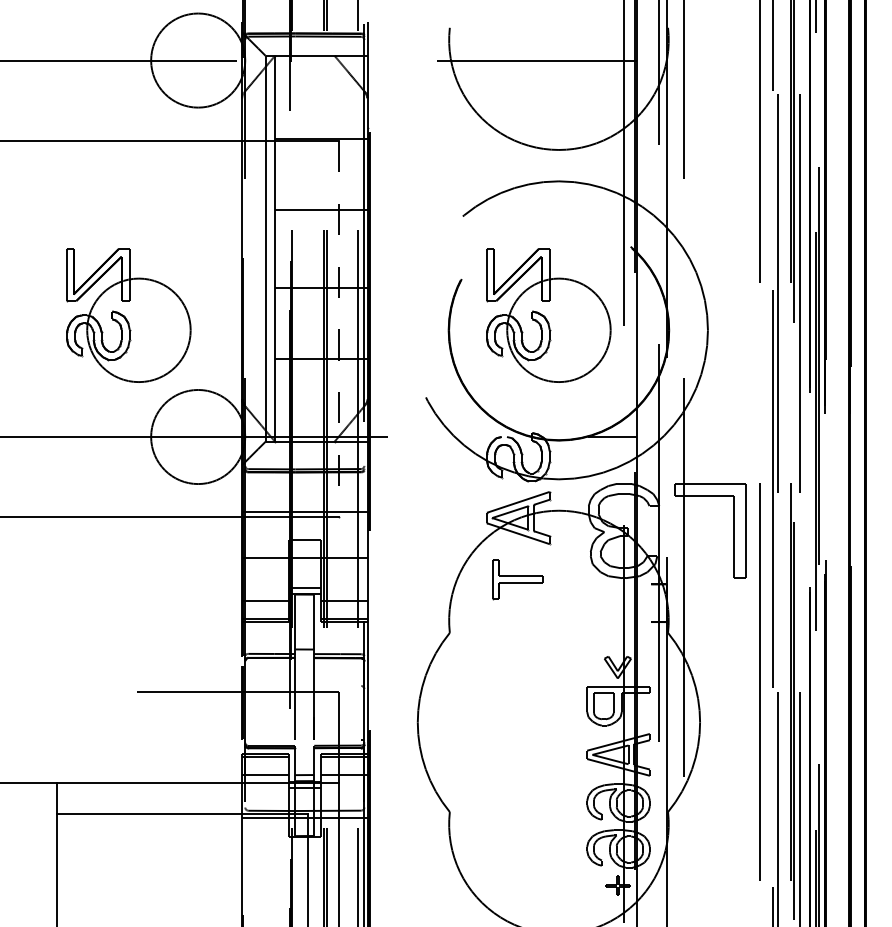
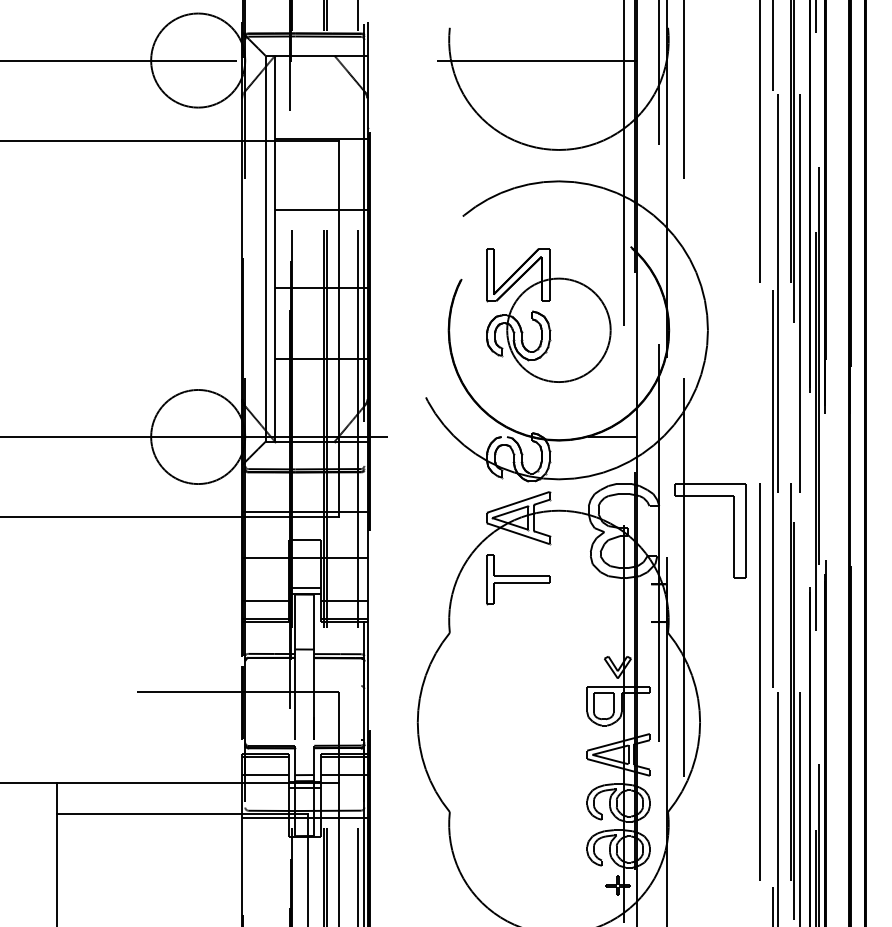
part at (128, 315): present -> none
line at (339, 329): dashed -> solid
part at (517, 579) size: 52x42 px -> 65x52 px
